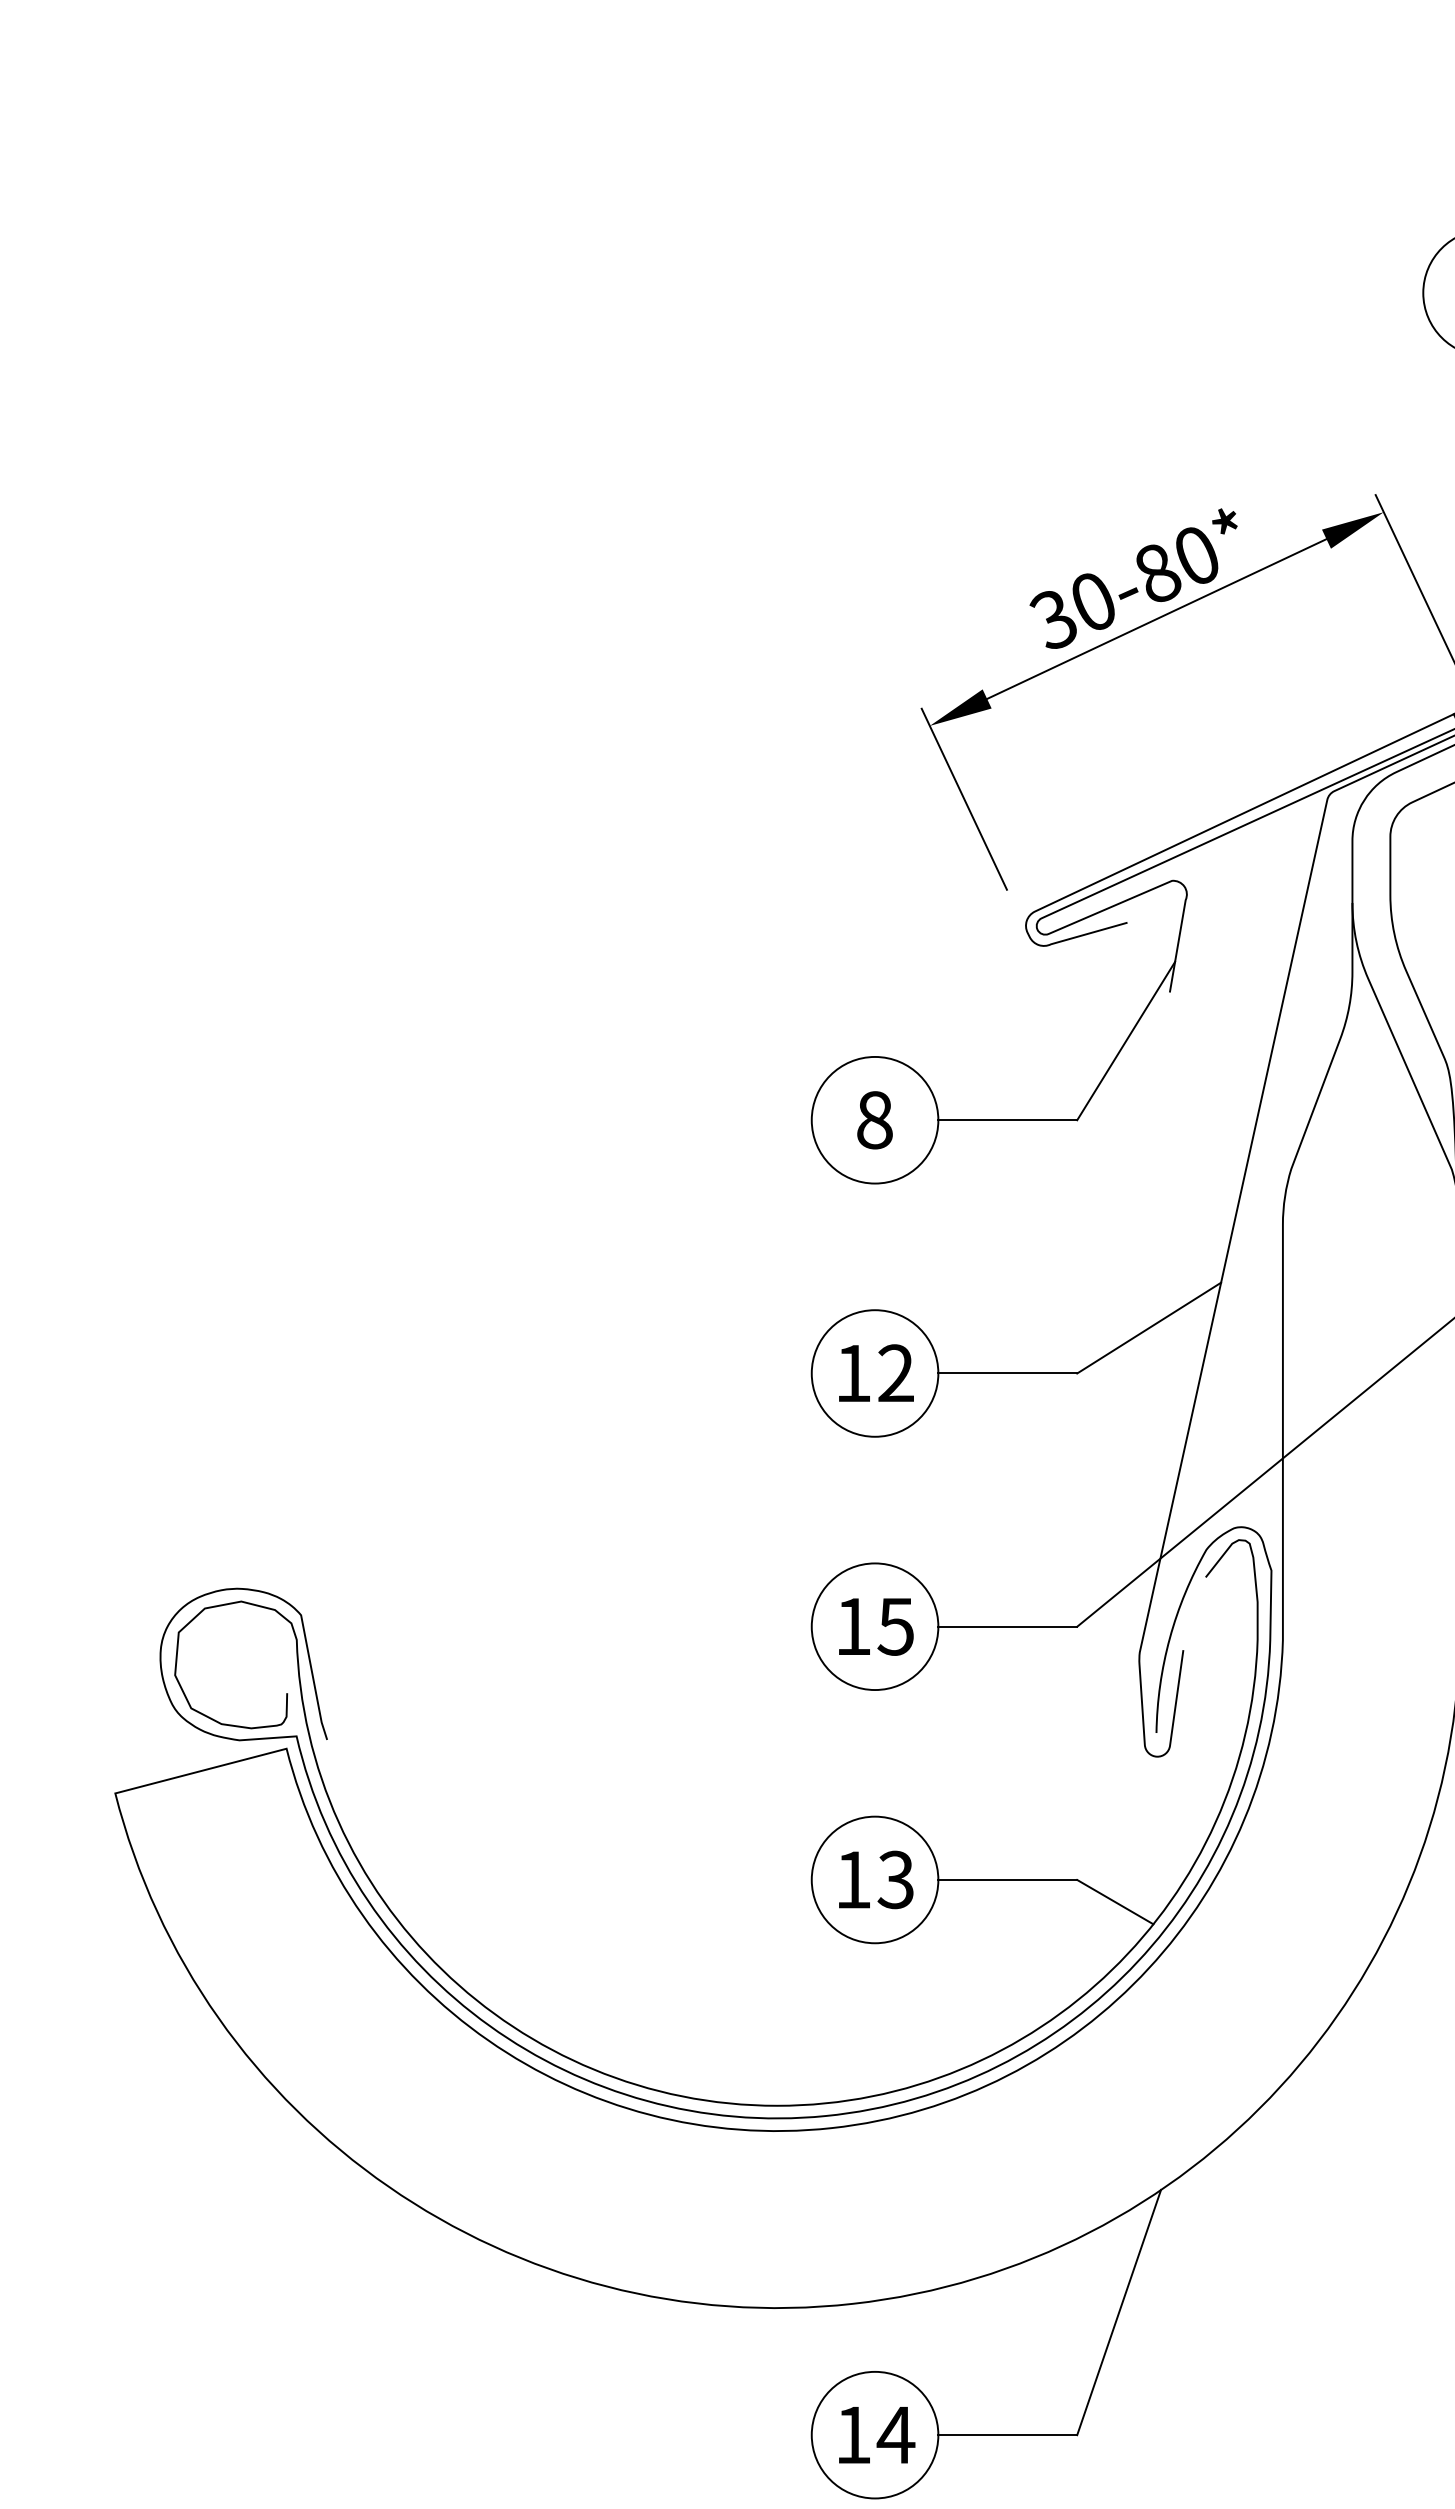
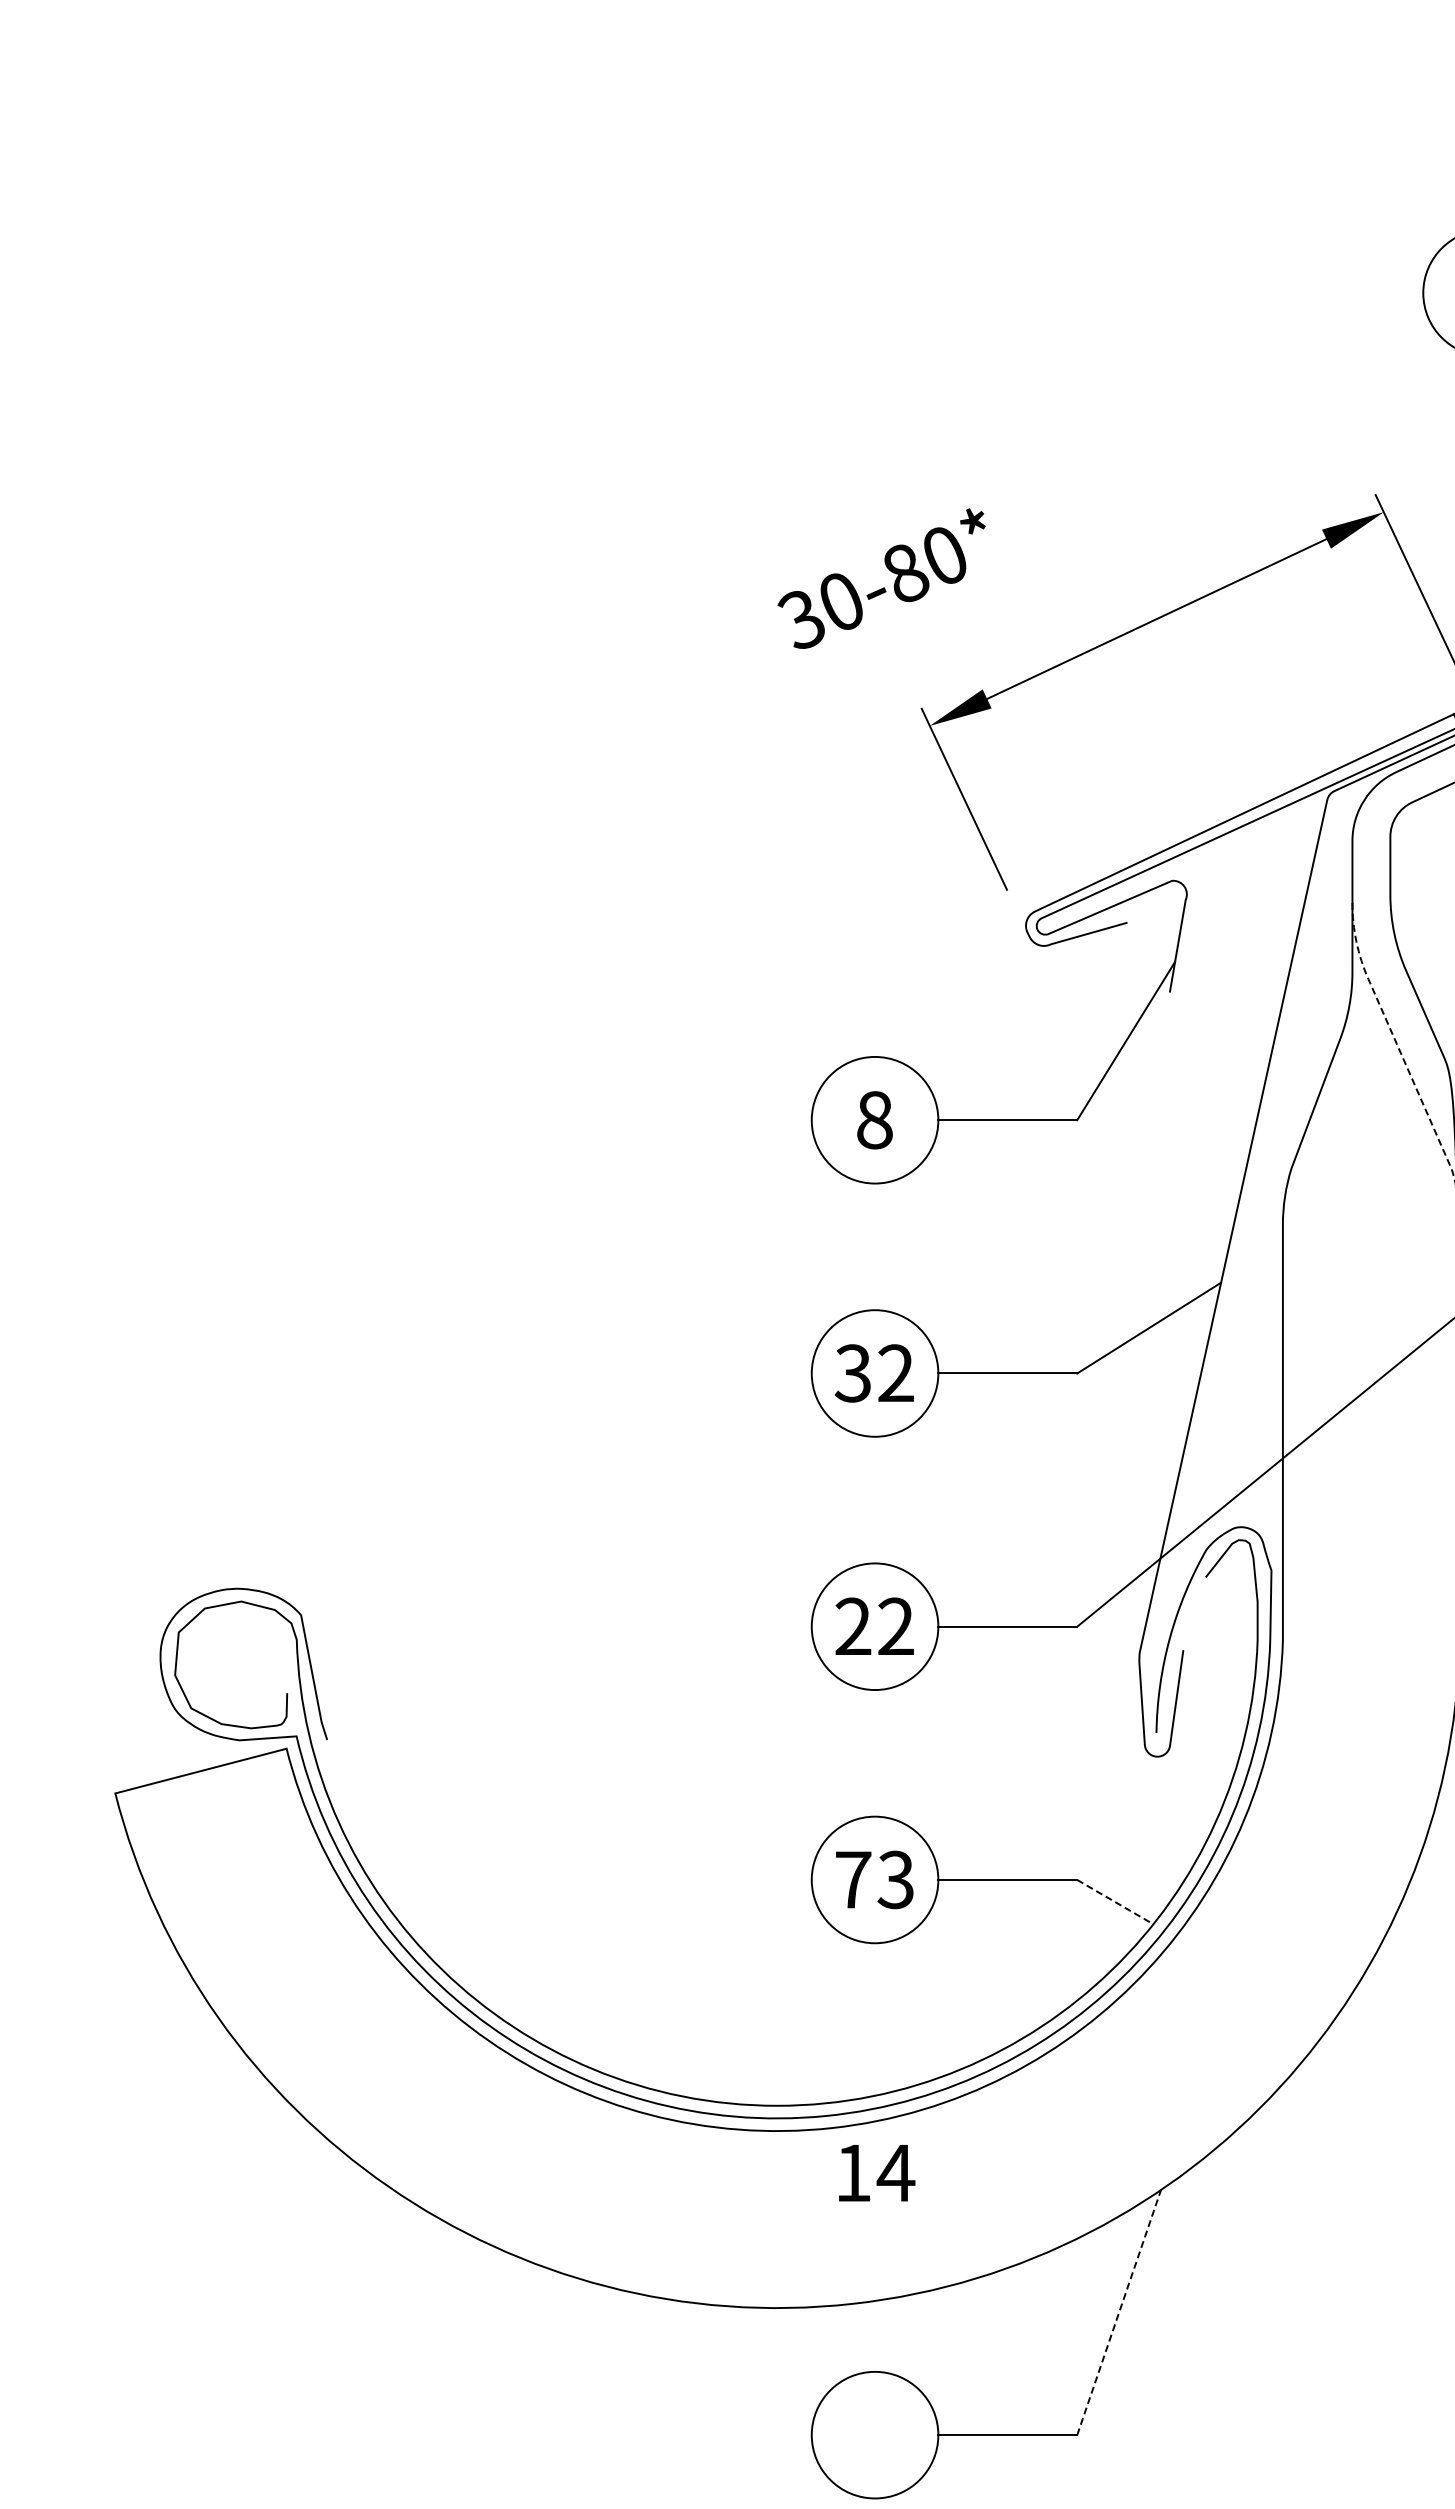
text at (1133, 578) position: (1133, 578) -> (881, 578)
line at (1395, 1041): solid -> dashed
text at (852, 1373): 12 -> 32
text at (874, 1626): 15 -> 22
text at (853, 1879): 13 -> 73
line at (1115, 1902): solid -> dashed
line at (1119, 2312): solid -> dashed
text at (877, 2435) position: (877, 2435) -> (877, 2173)
